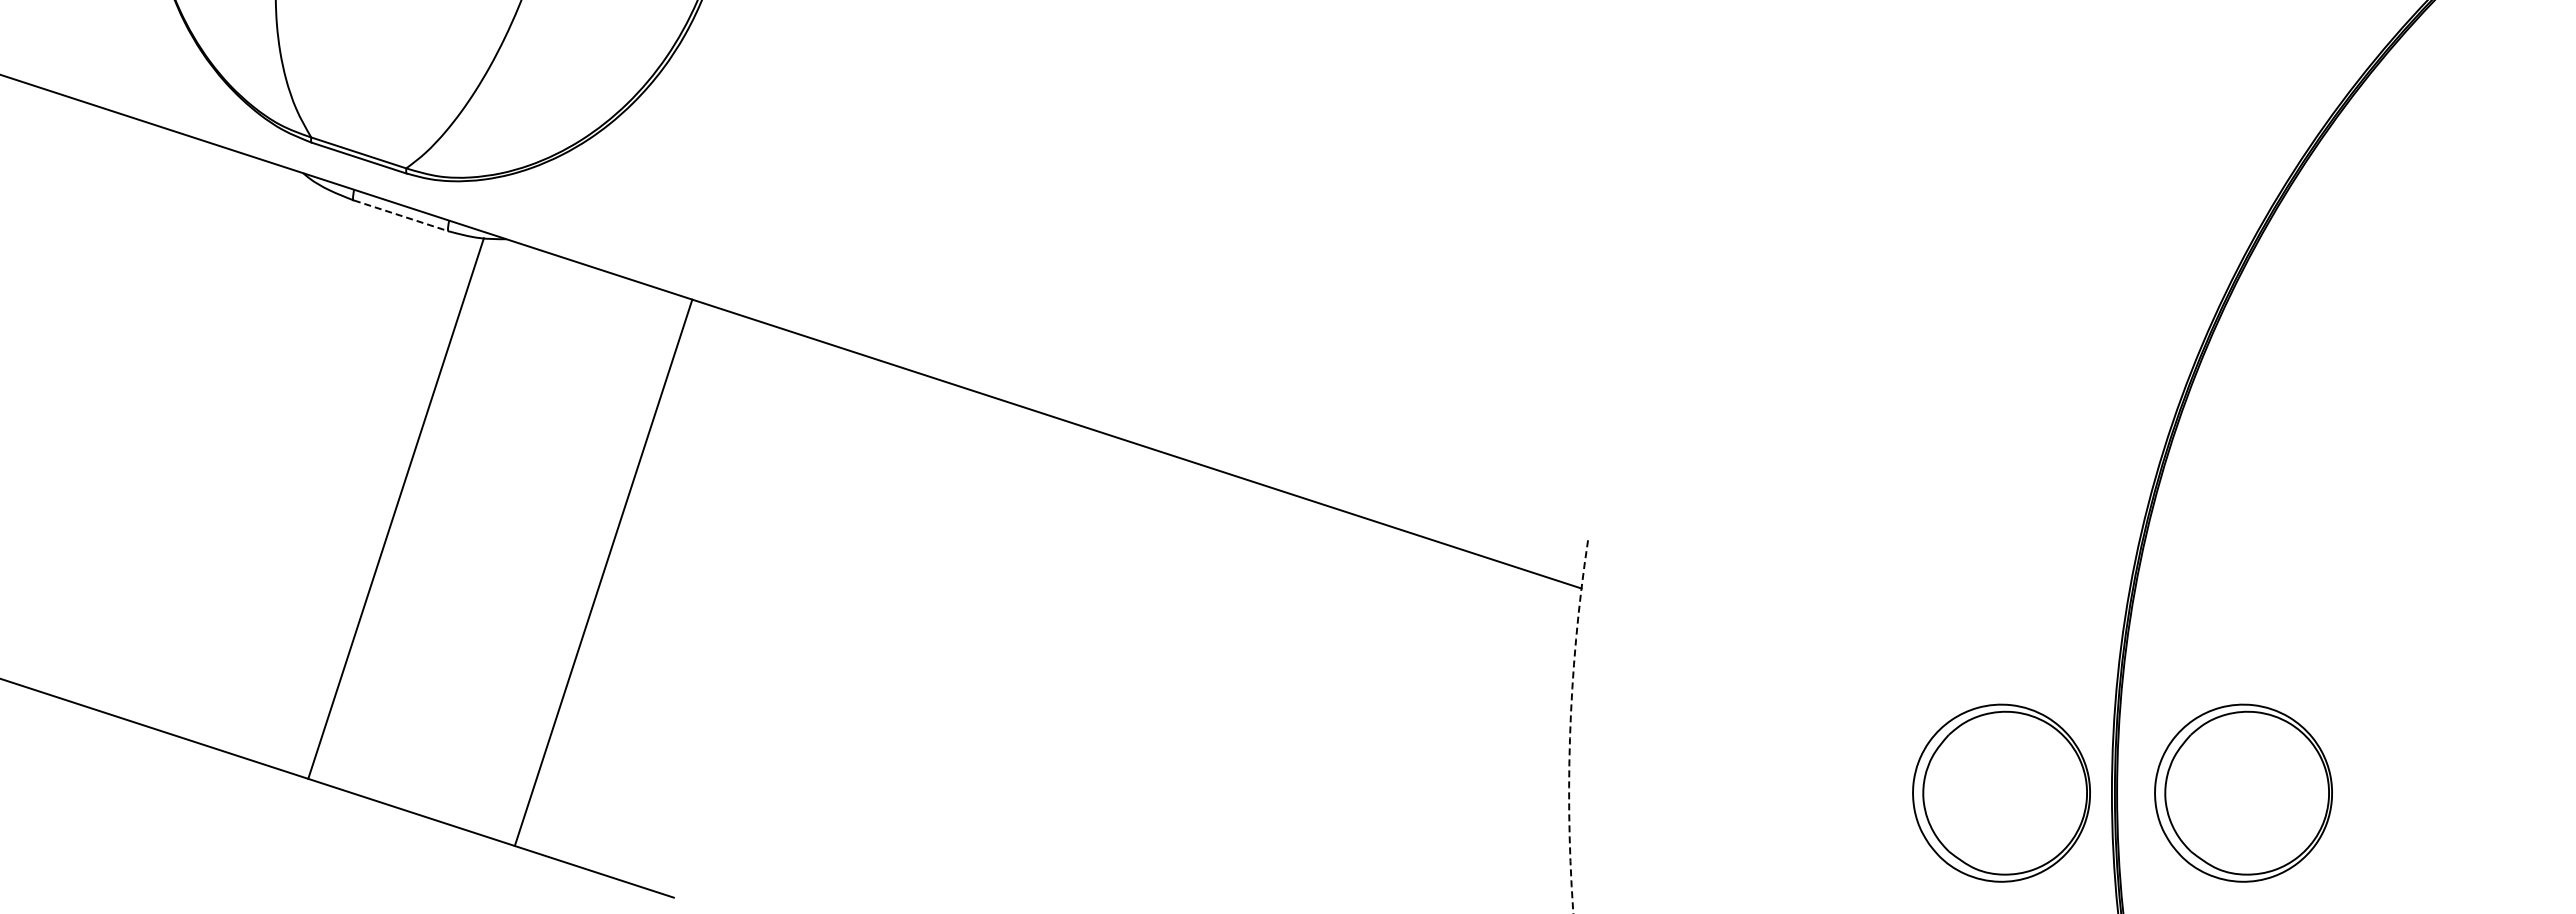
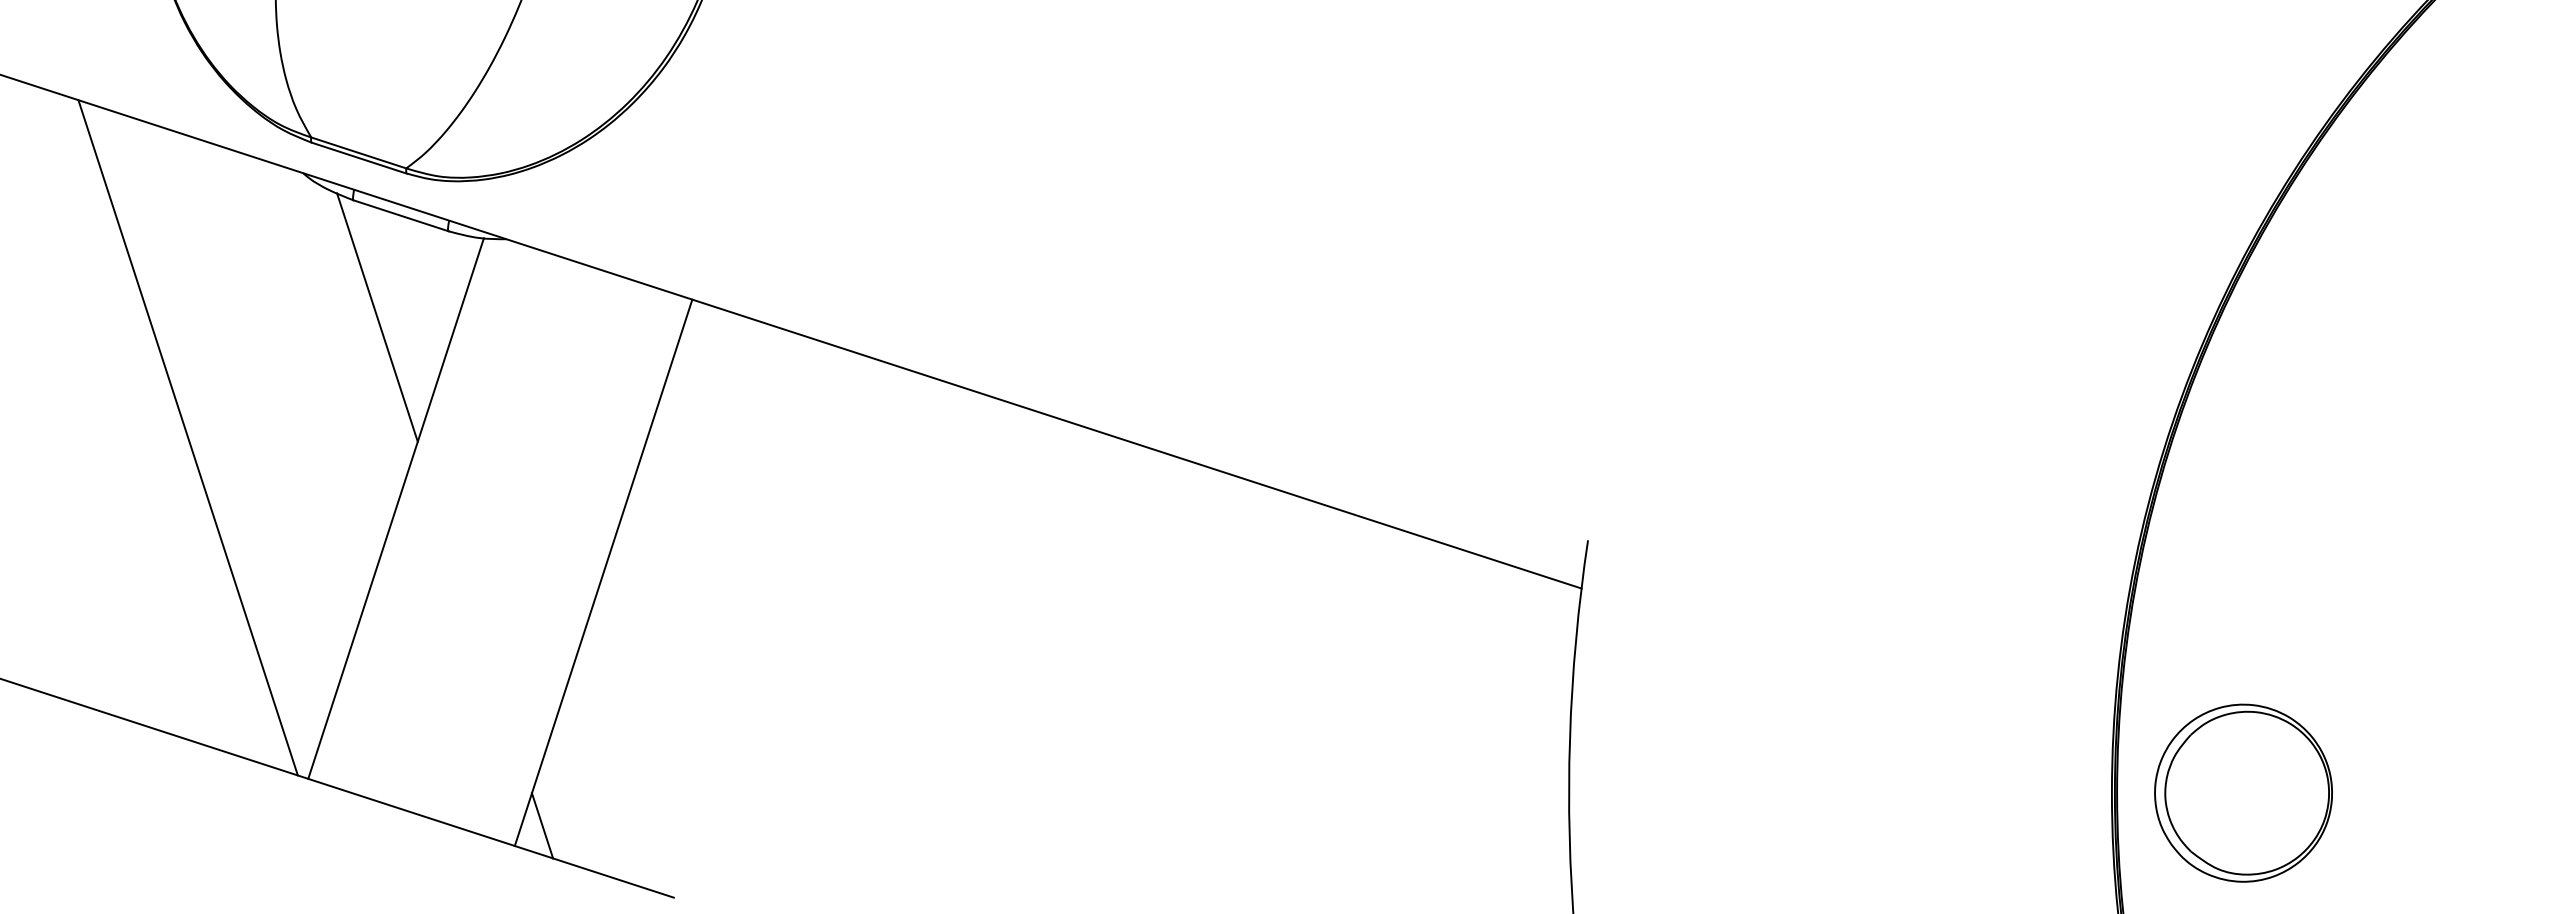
line at (401, 215): dashed -> solid
line at (377, 317): none -> present
line at (187, 437): none -> present
arc at (1570, 728): dashed -> solid
part at (2001, 792): present -> none
line at (542, 825): none -> present
